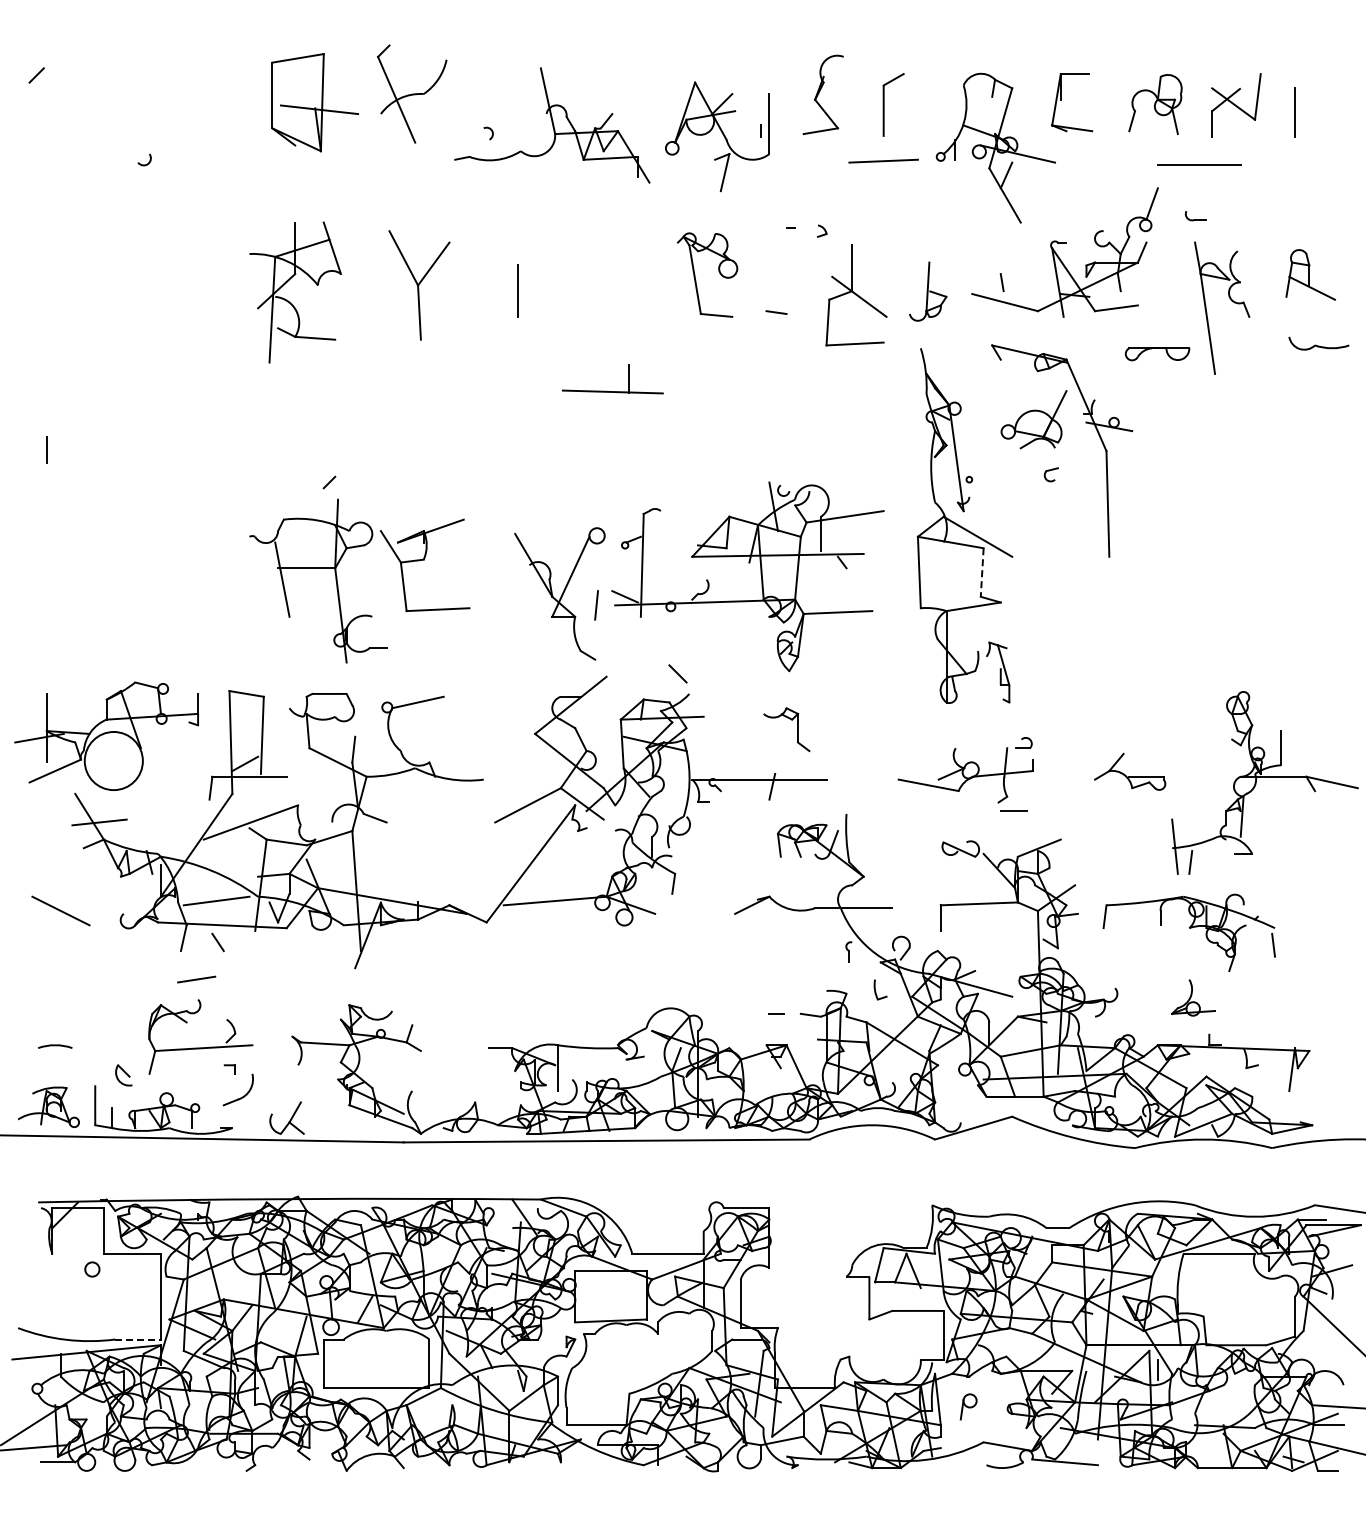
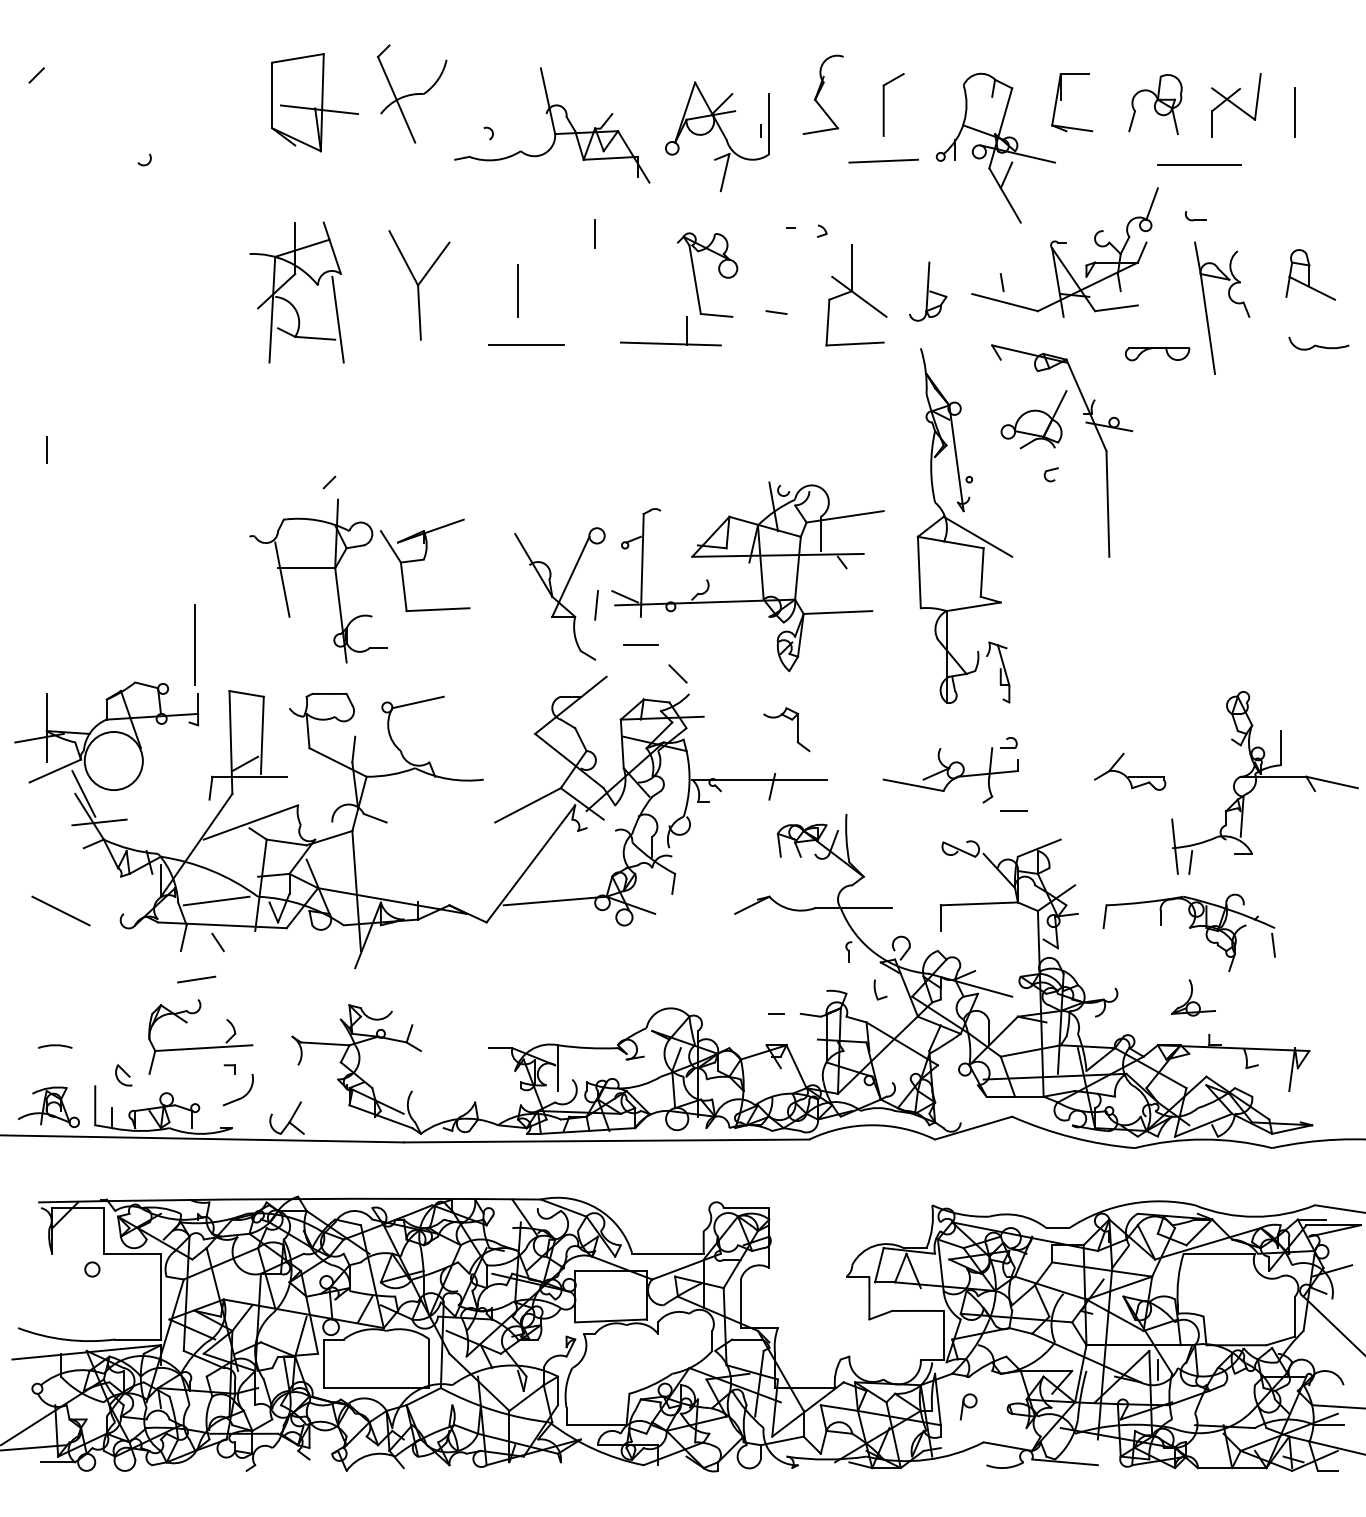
line at (595, 233): none -> present
line at (337, 319): none -> present
line at (526, 345): none -> present
part at (612, 391) position: (612, 391) -> (670, 343)
line at (982, 573): dashed -> solid
line at (194, 644): none -> present
line at (640, 644): none -> present
part at (965, 770) position: (965, 770) -> (950, 770)
line at (83, 793): none -> present
line at (138, 1339): dashed -> solid
